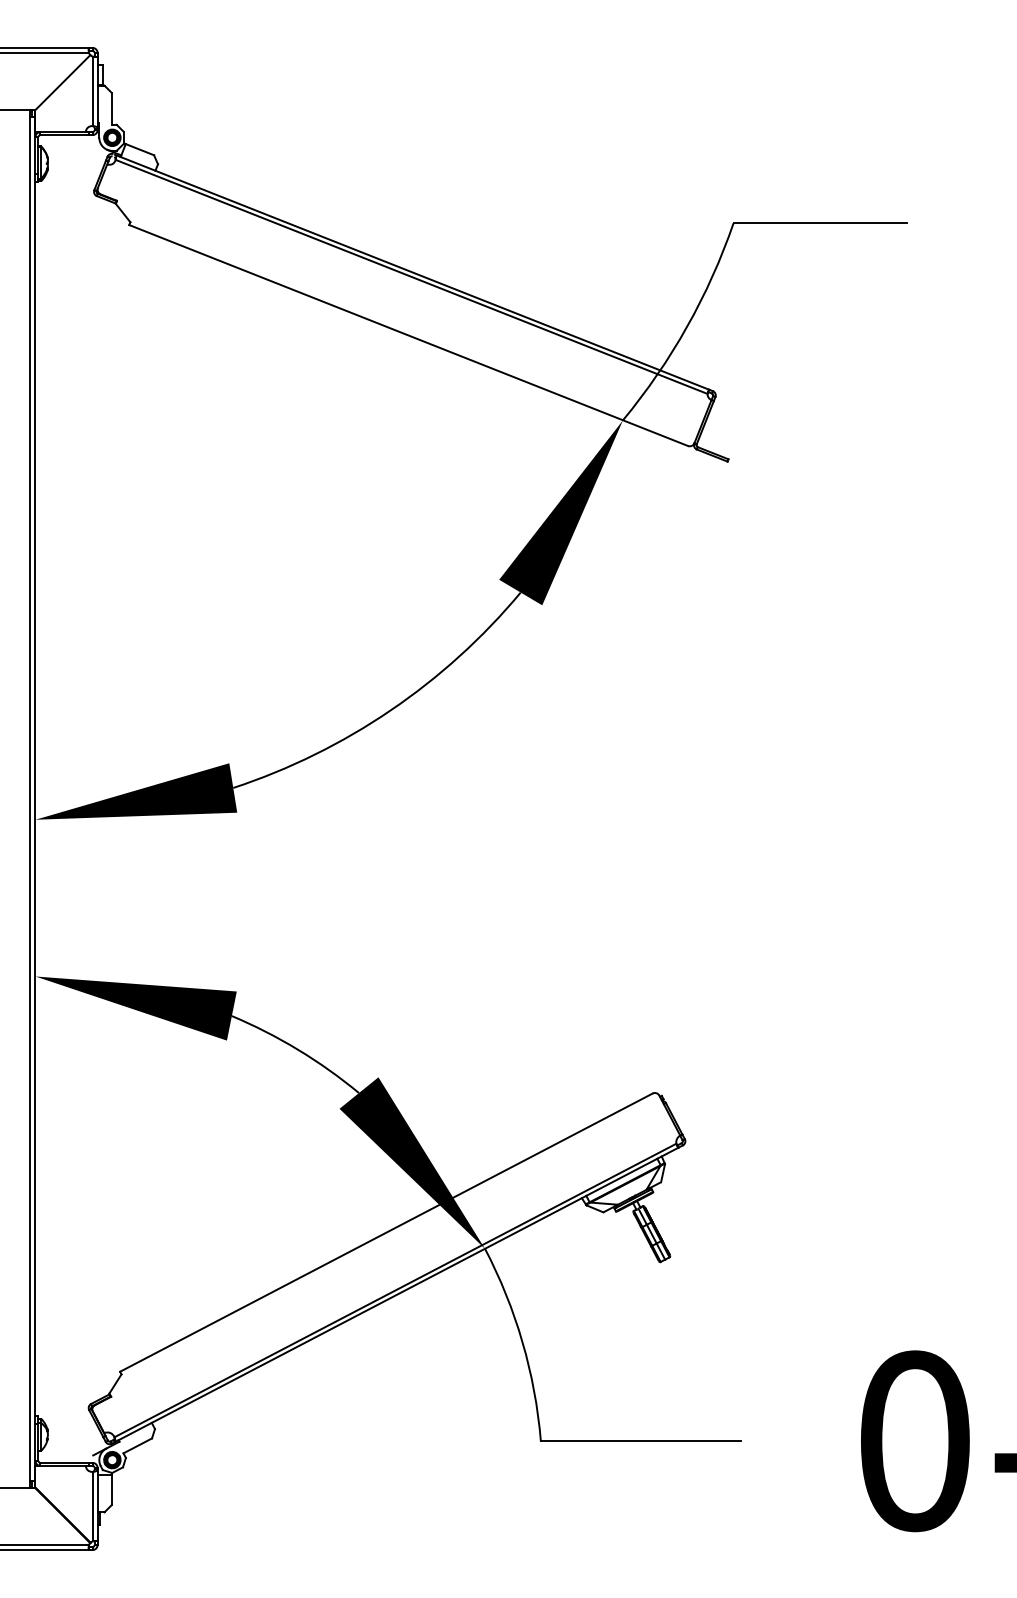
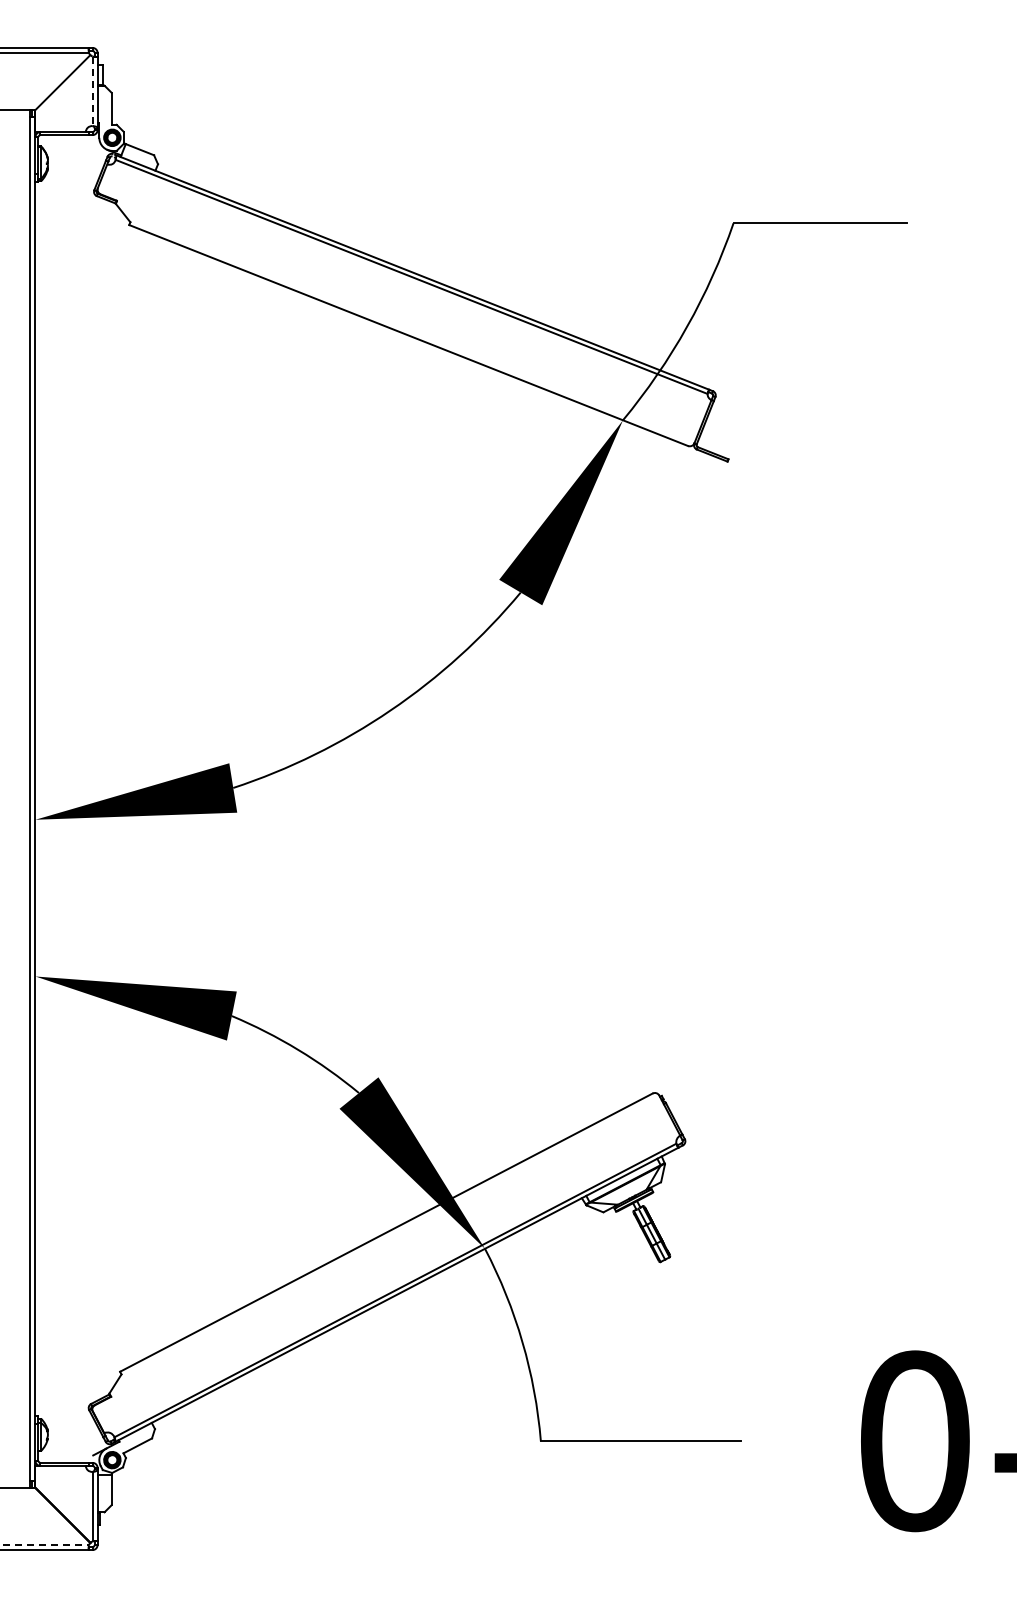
line at (92, 91): solid -> dashed
line at (45, 1545): solid -> dashed
